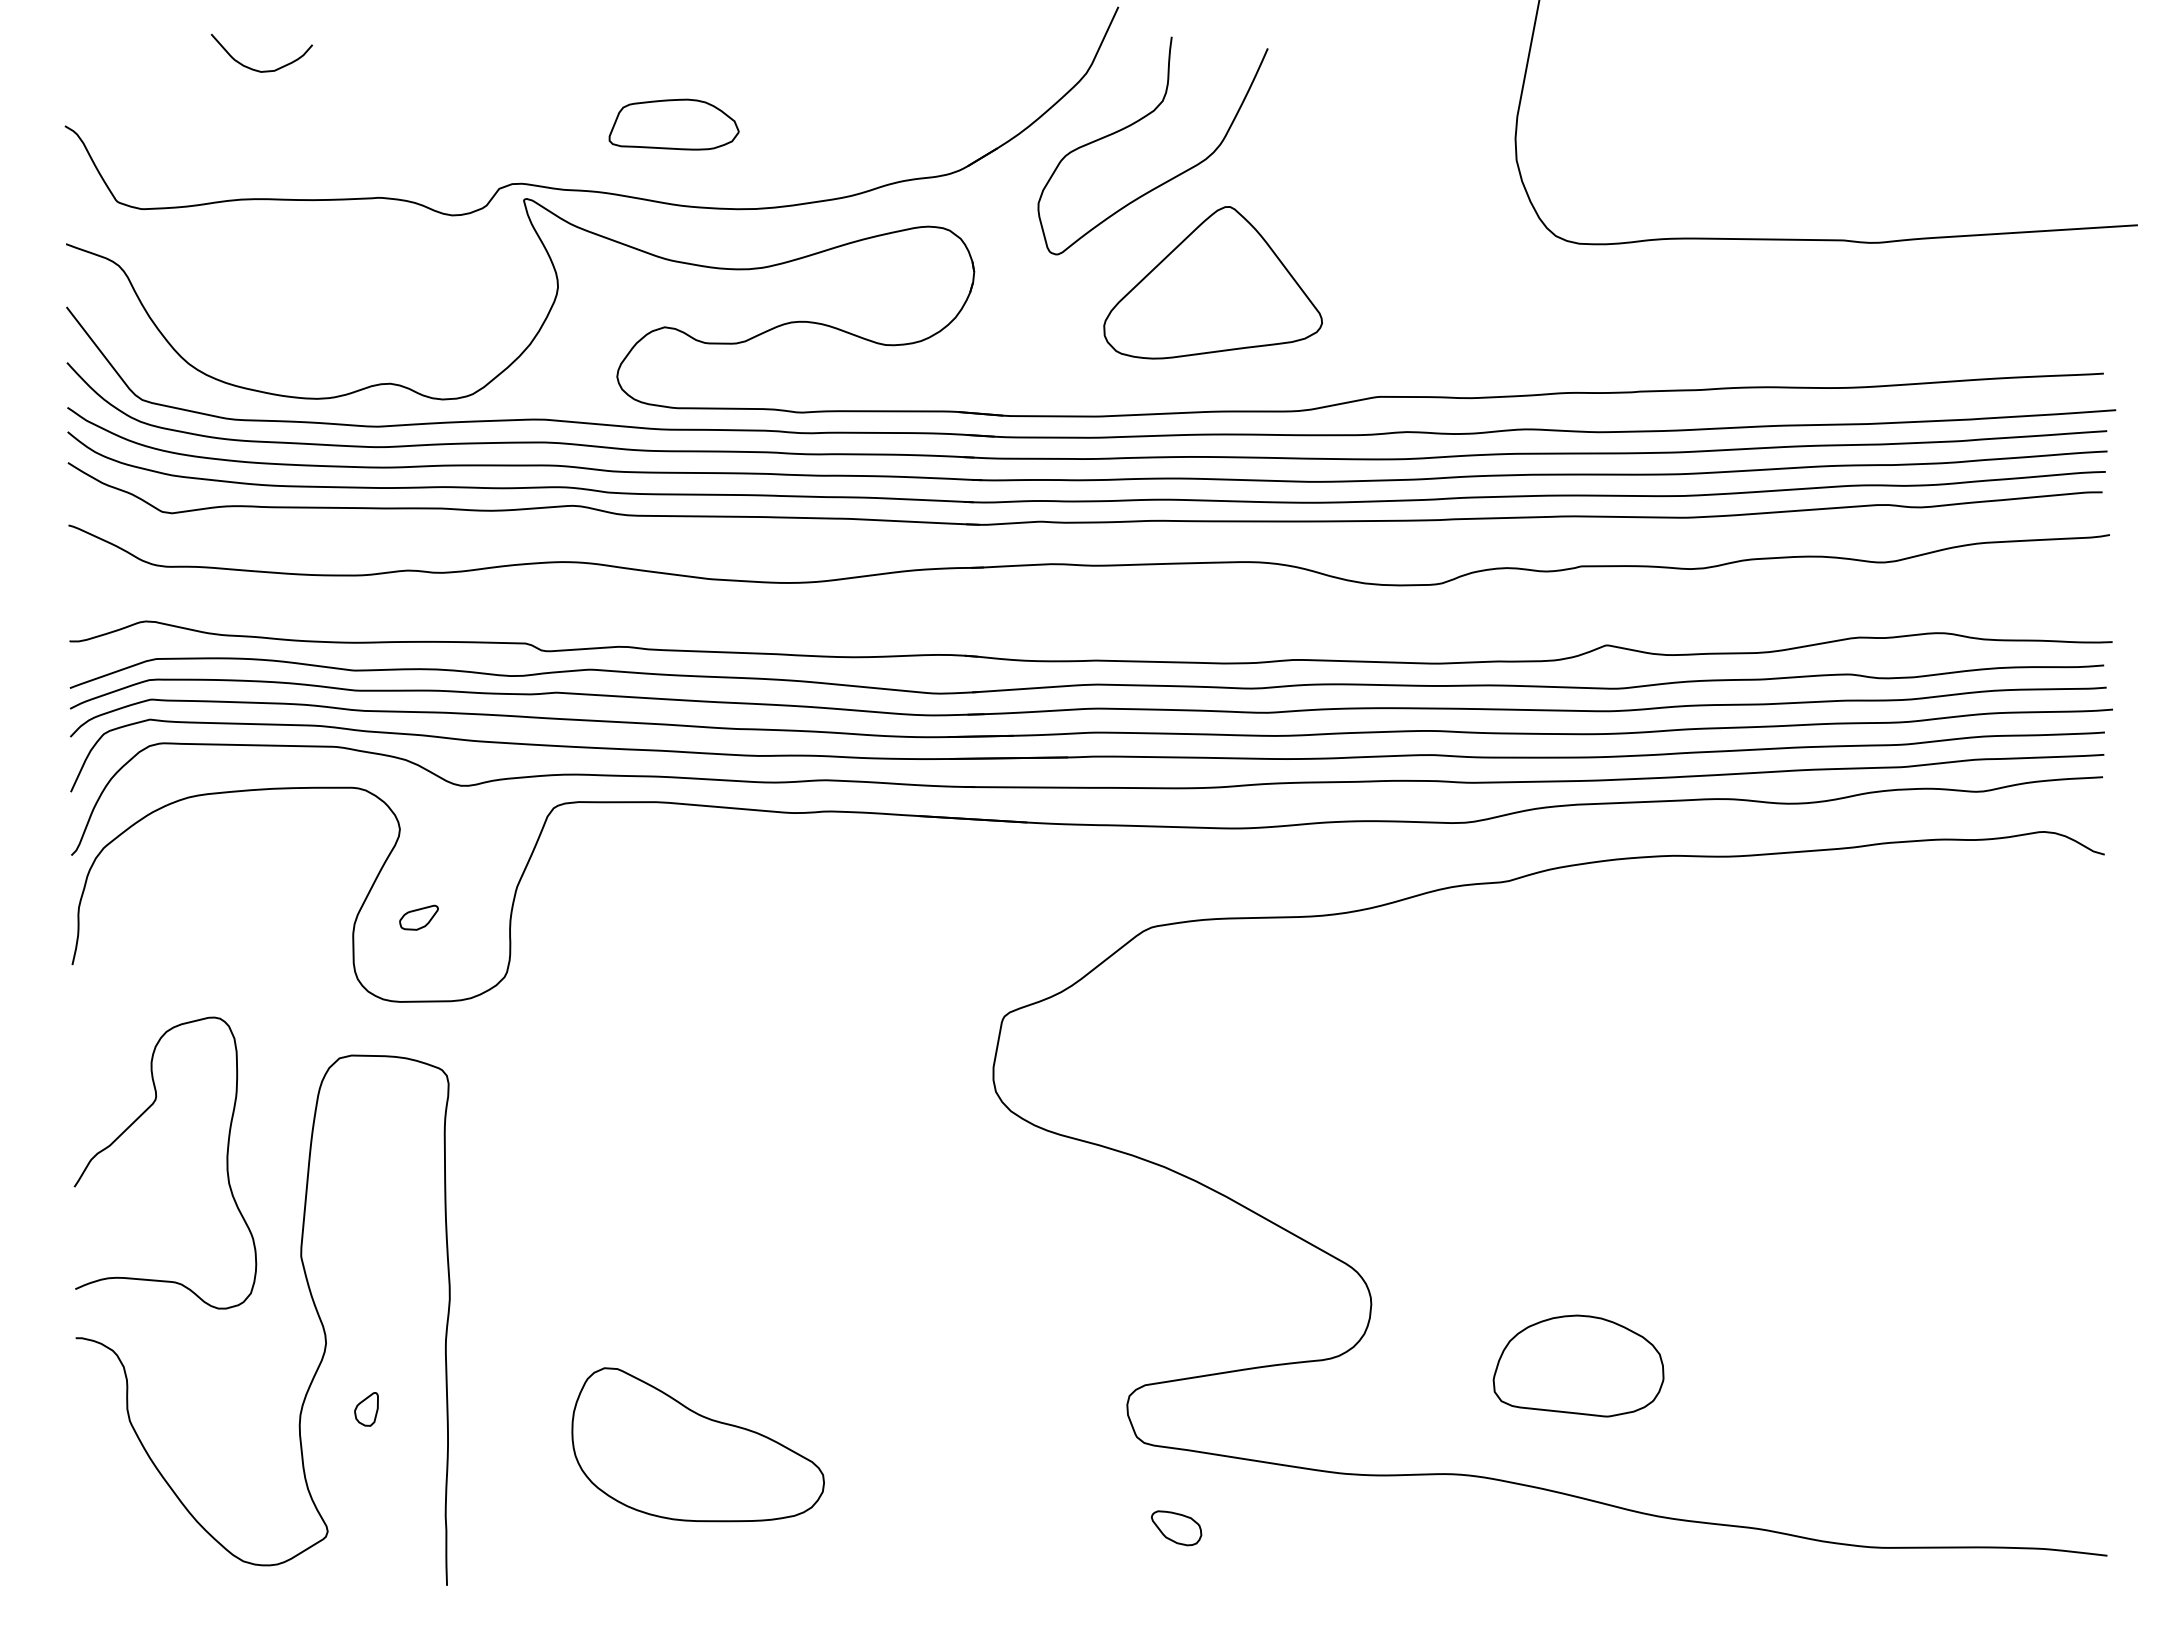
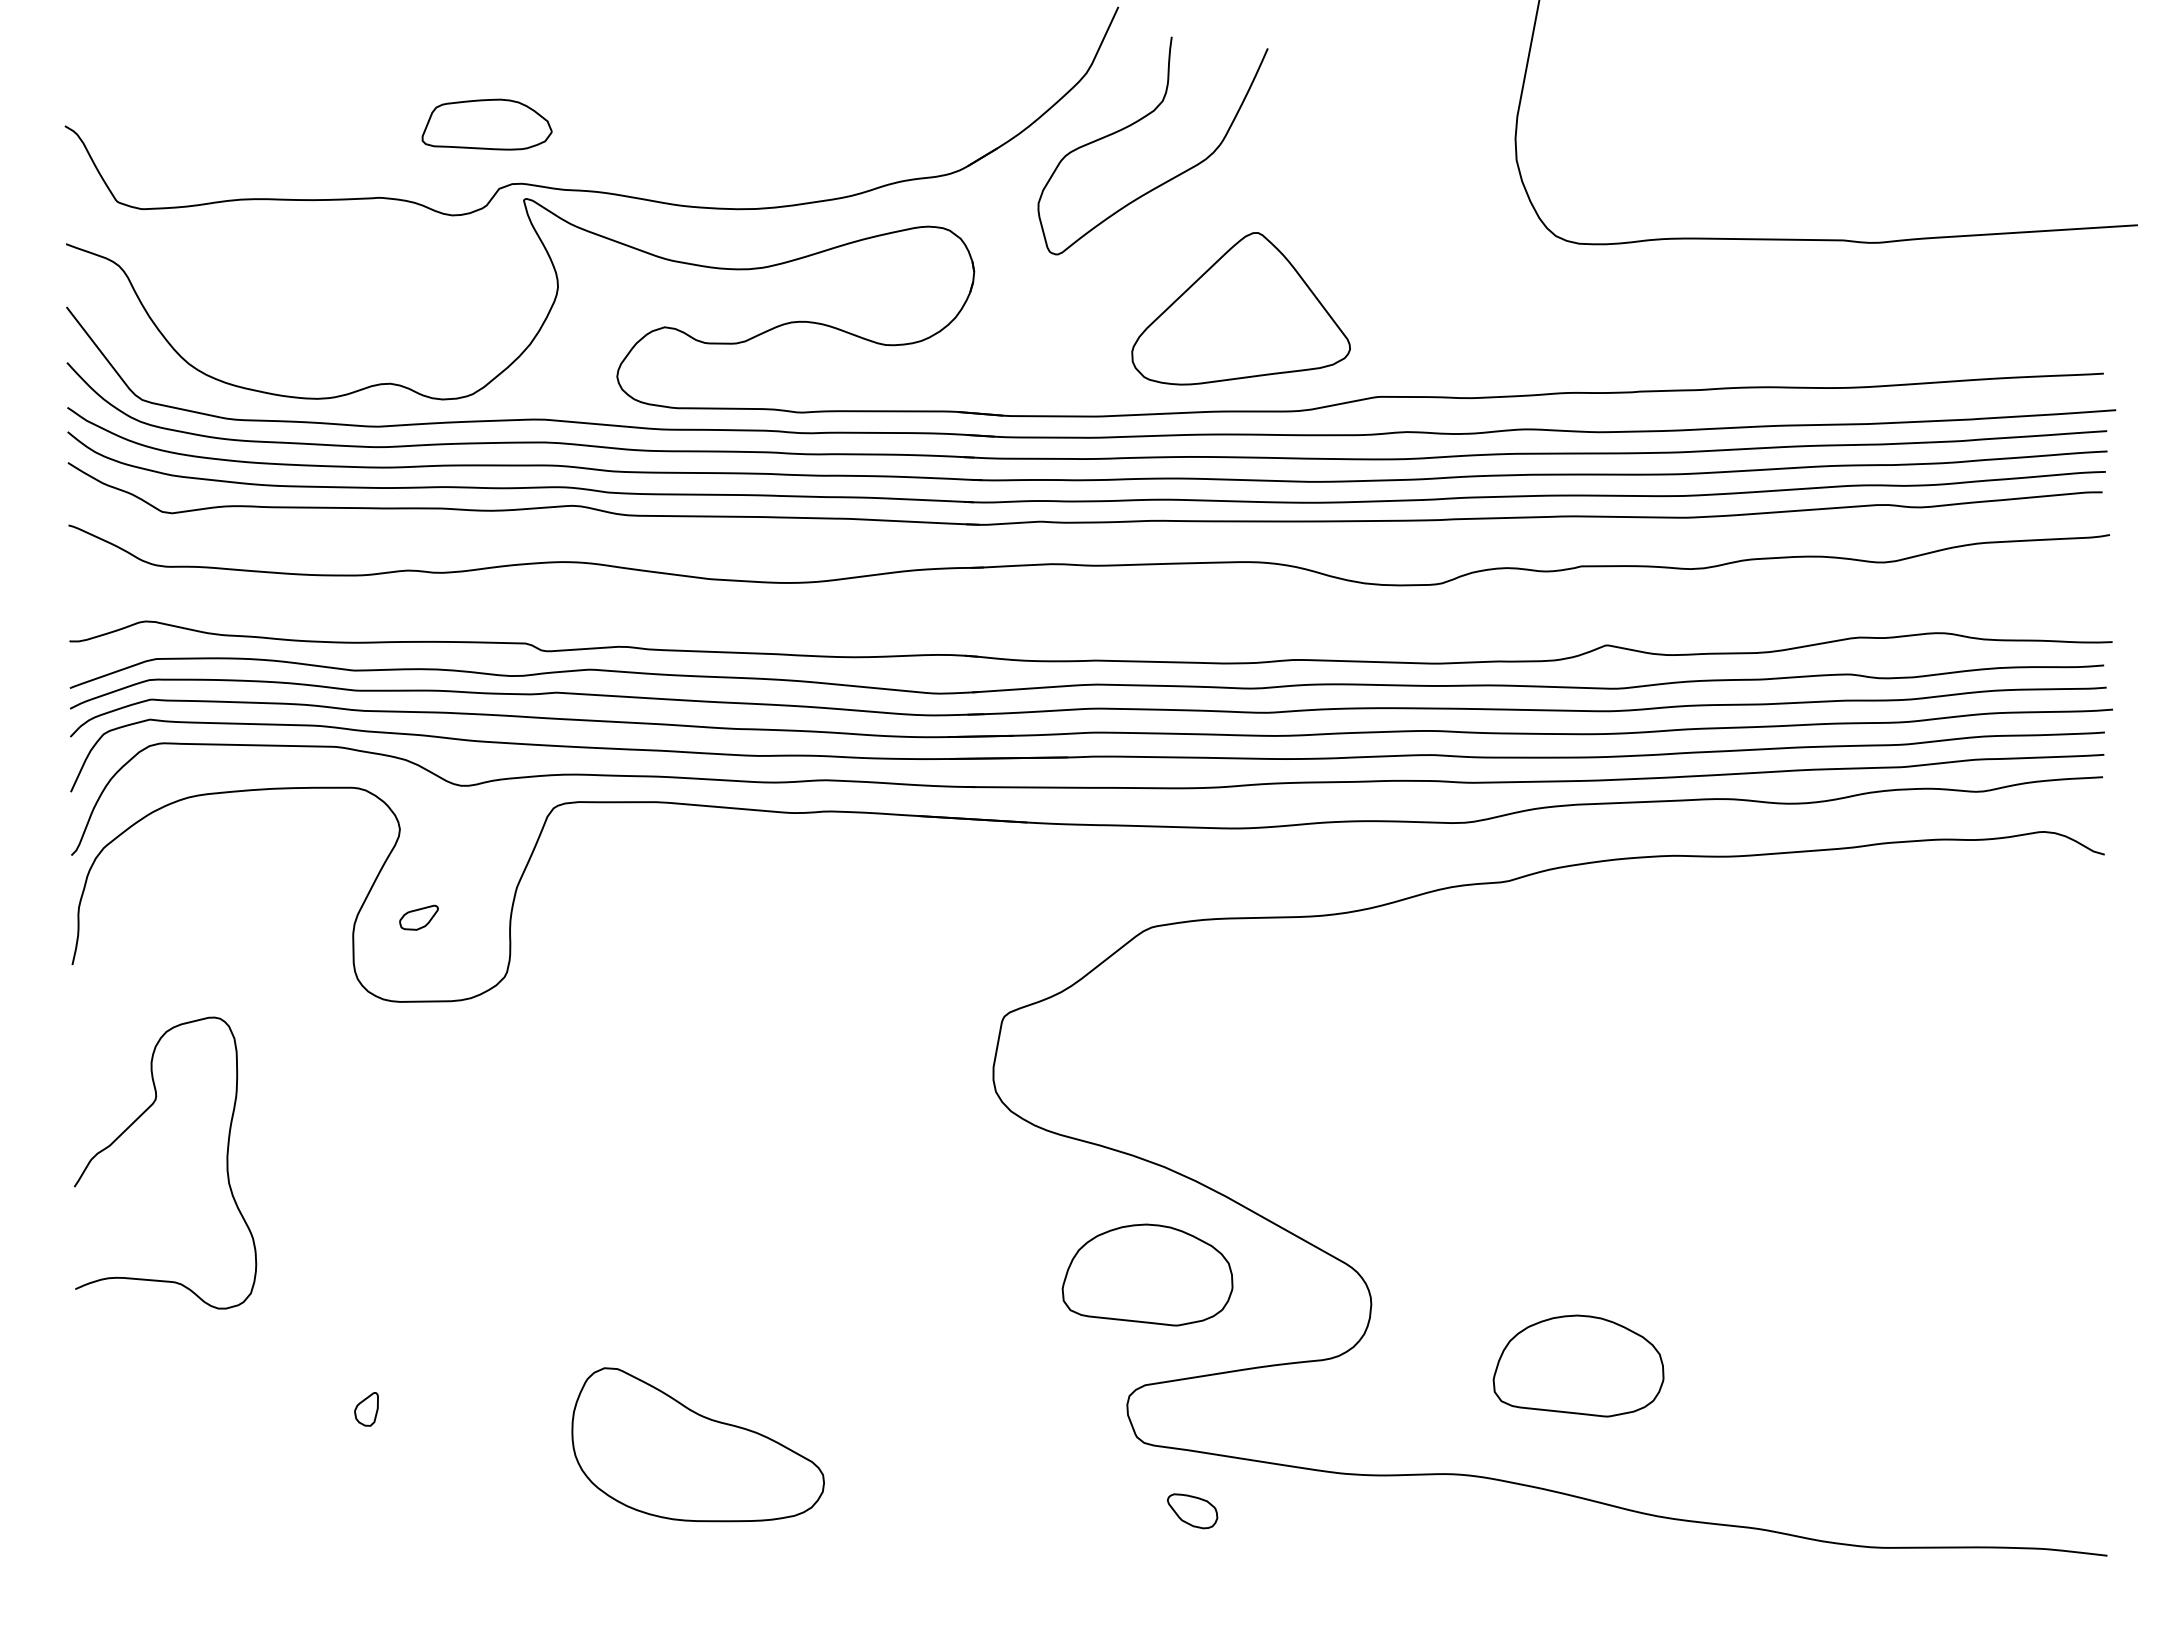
curve at (256, 69): present -> none
part at (673, 124) position: (673, 124) -> (486, 124)
part at (1212, 282) position: (1212, 282) -> (1240, 308)
part at (1147, 1274): none -> present
curve at (312, 1302): present -> none
part at (1176, 1528) position: (1176, 1528) -> (1192, 1511)
